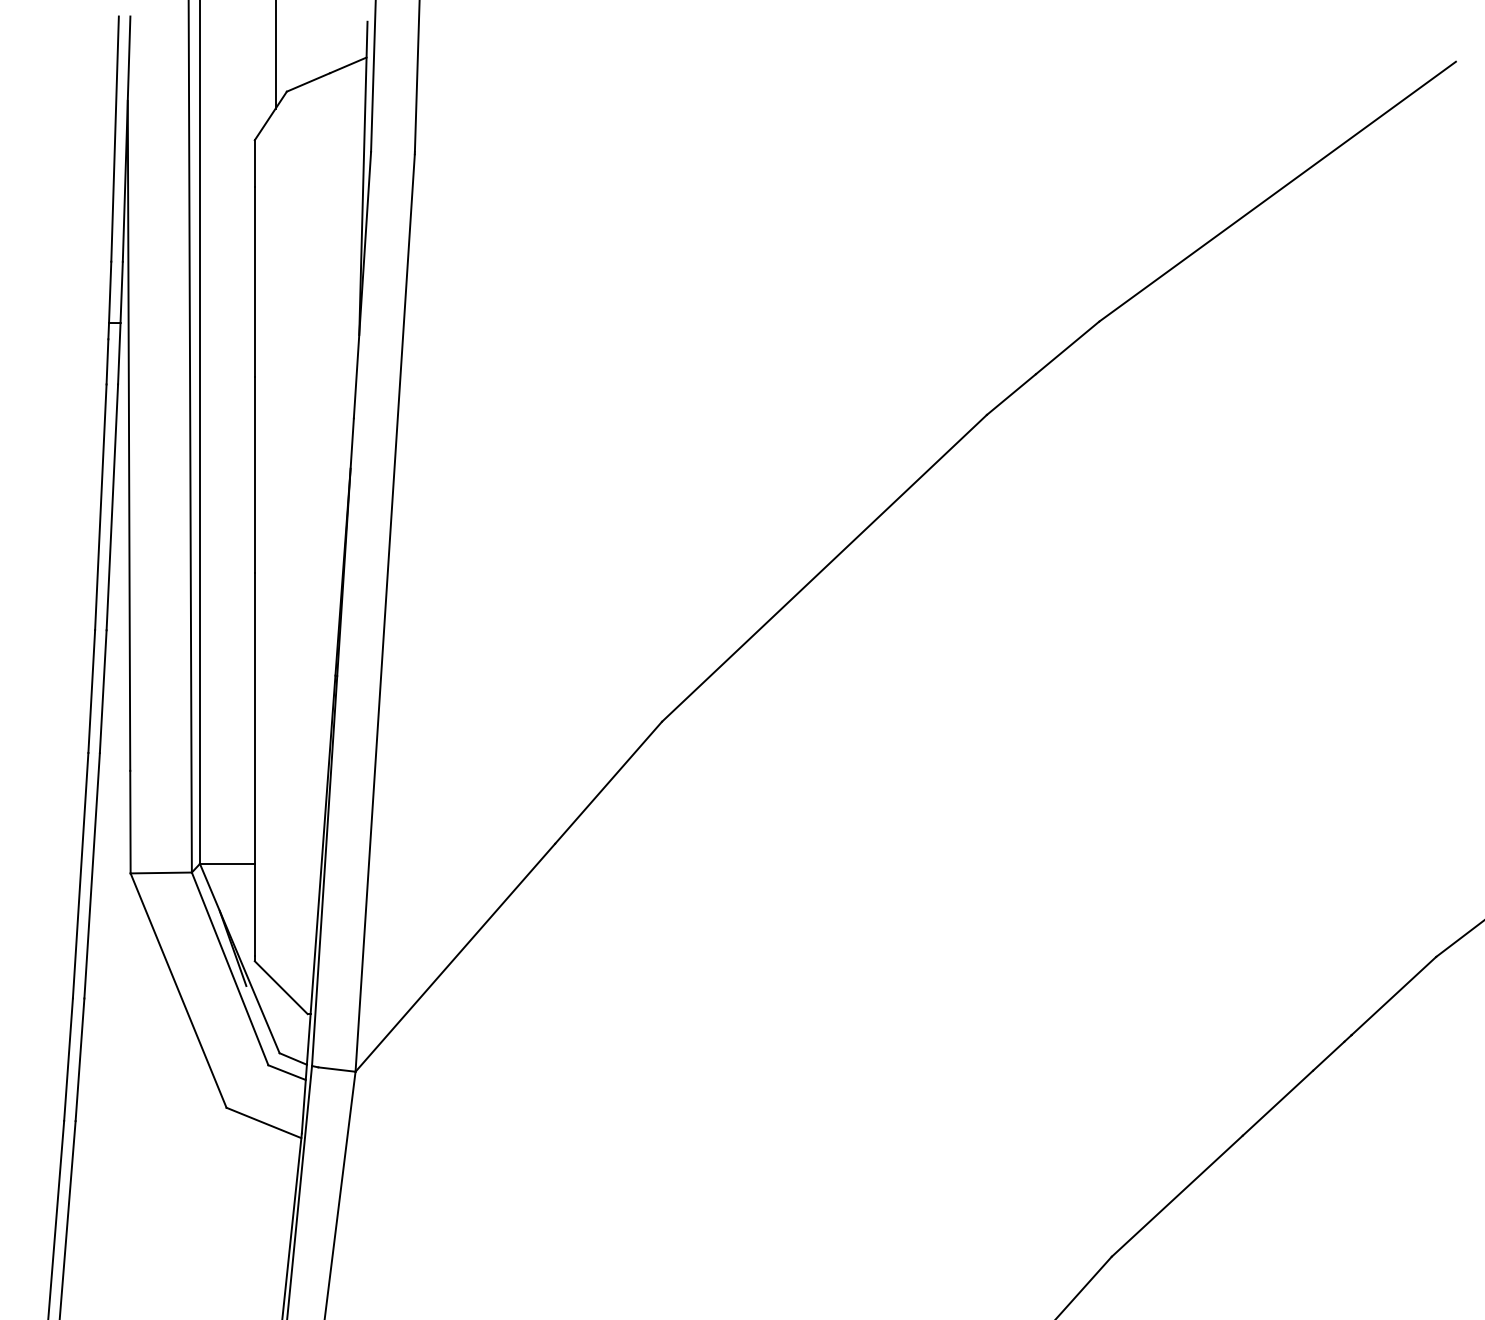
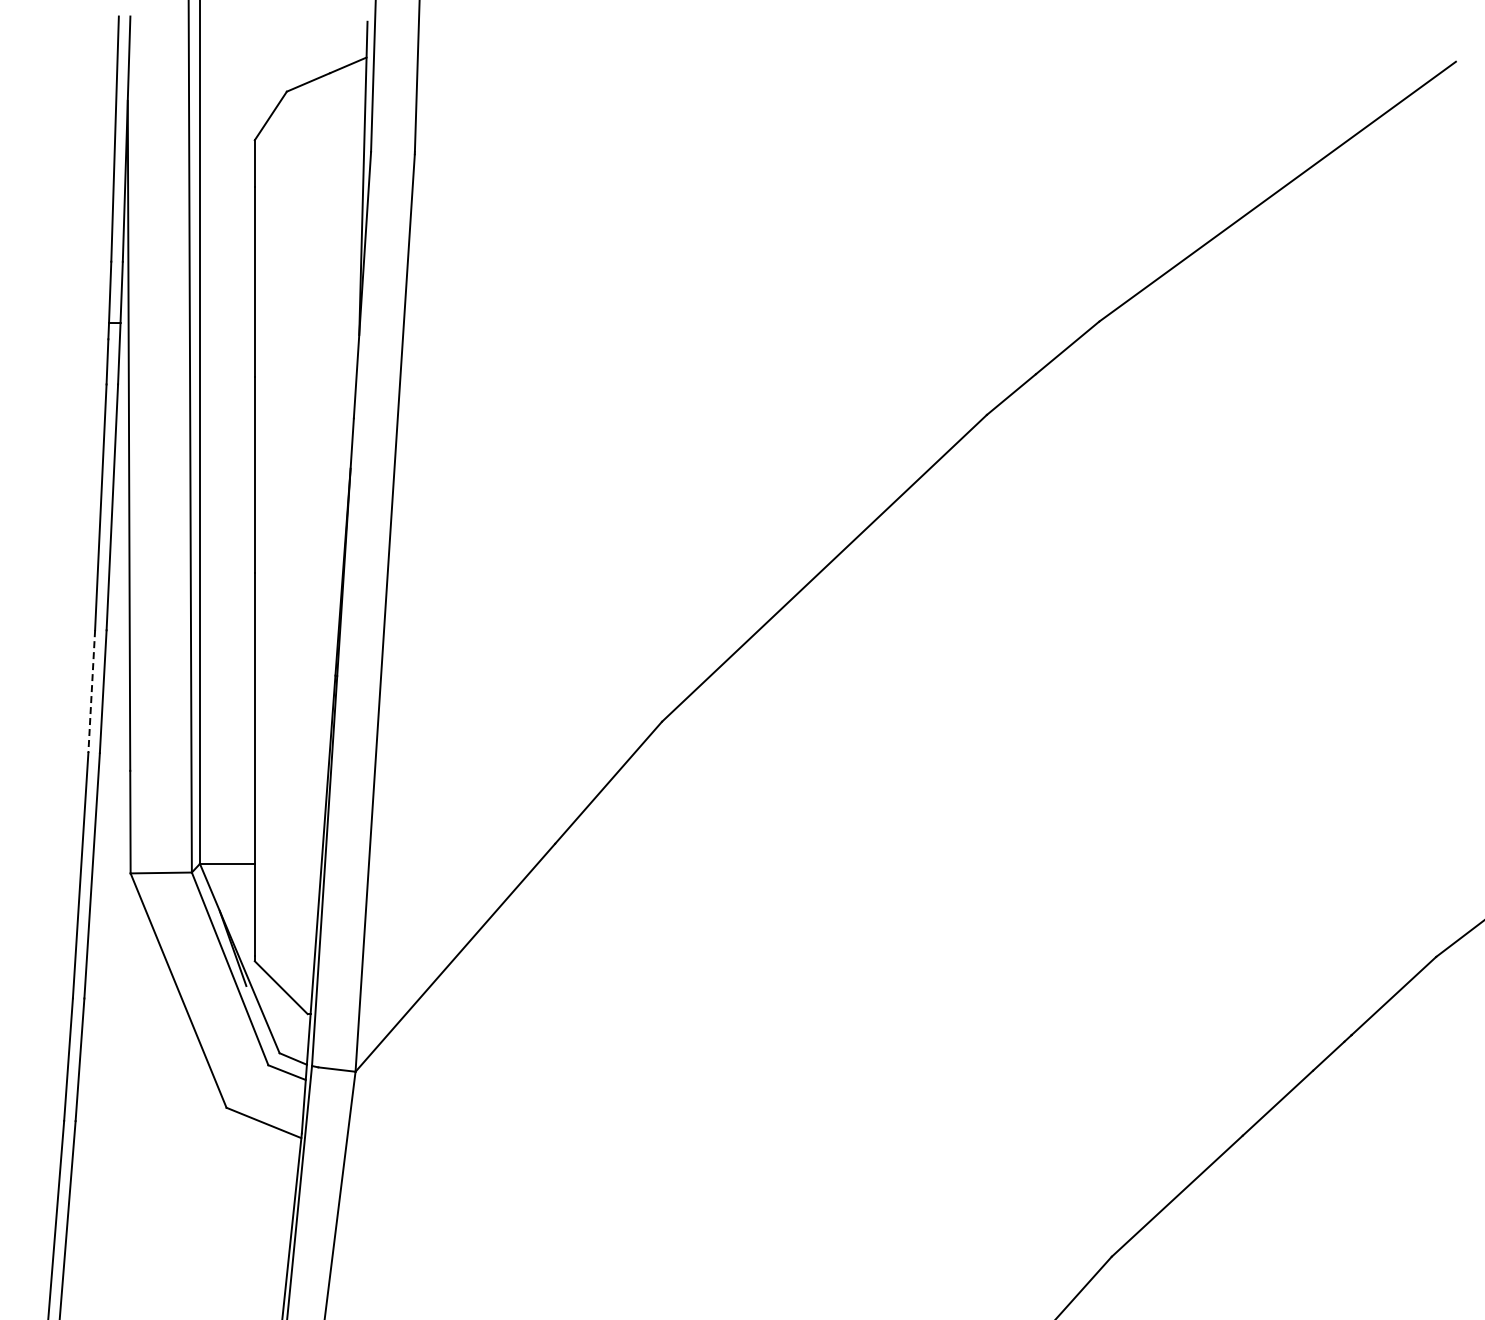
line at (275, 55): present -> none
line at (91, 692): solid -> dashed
